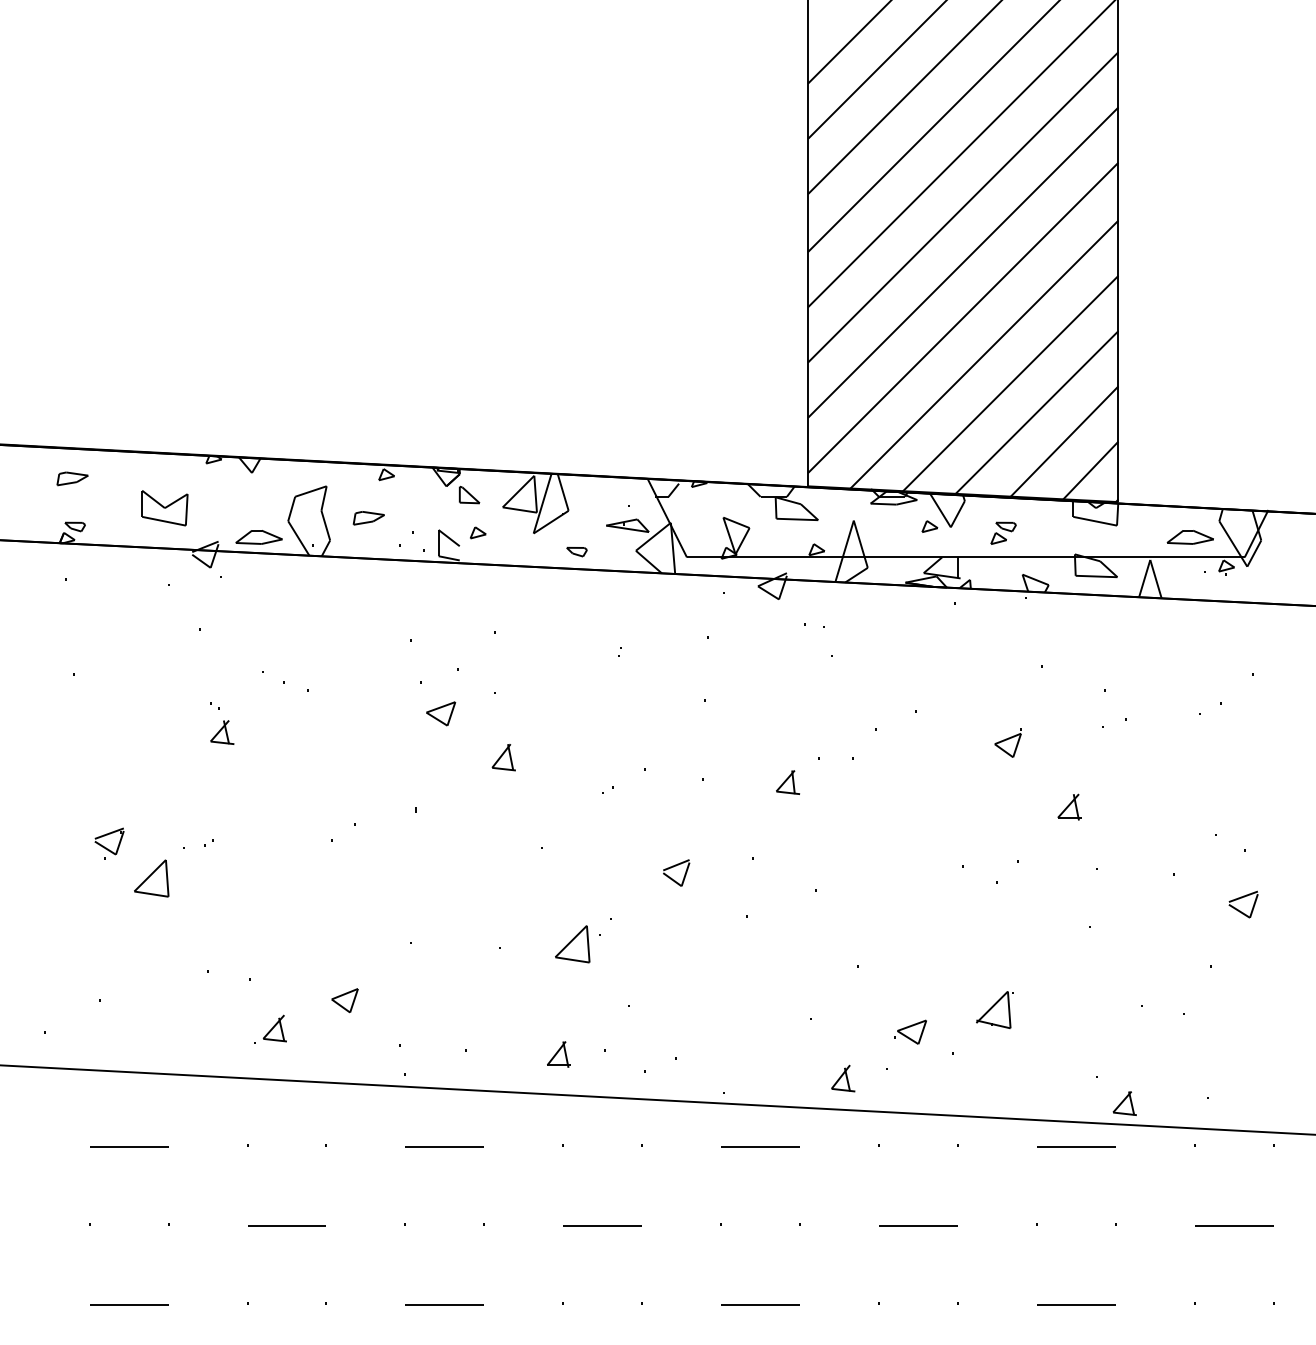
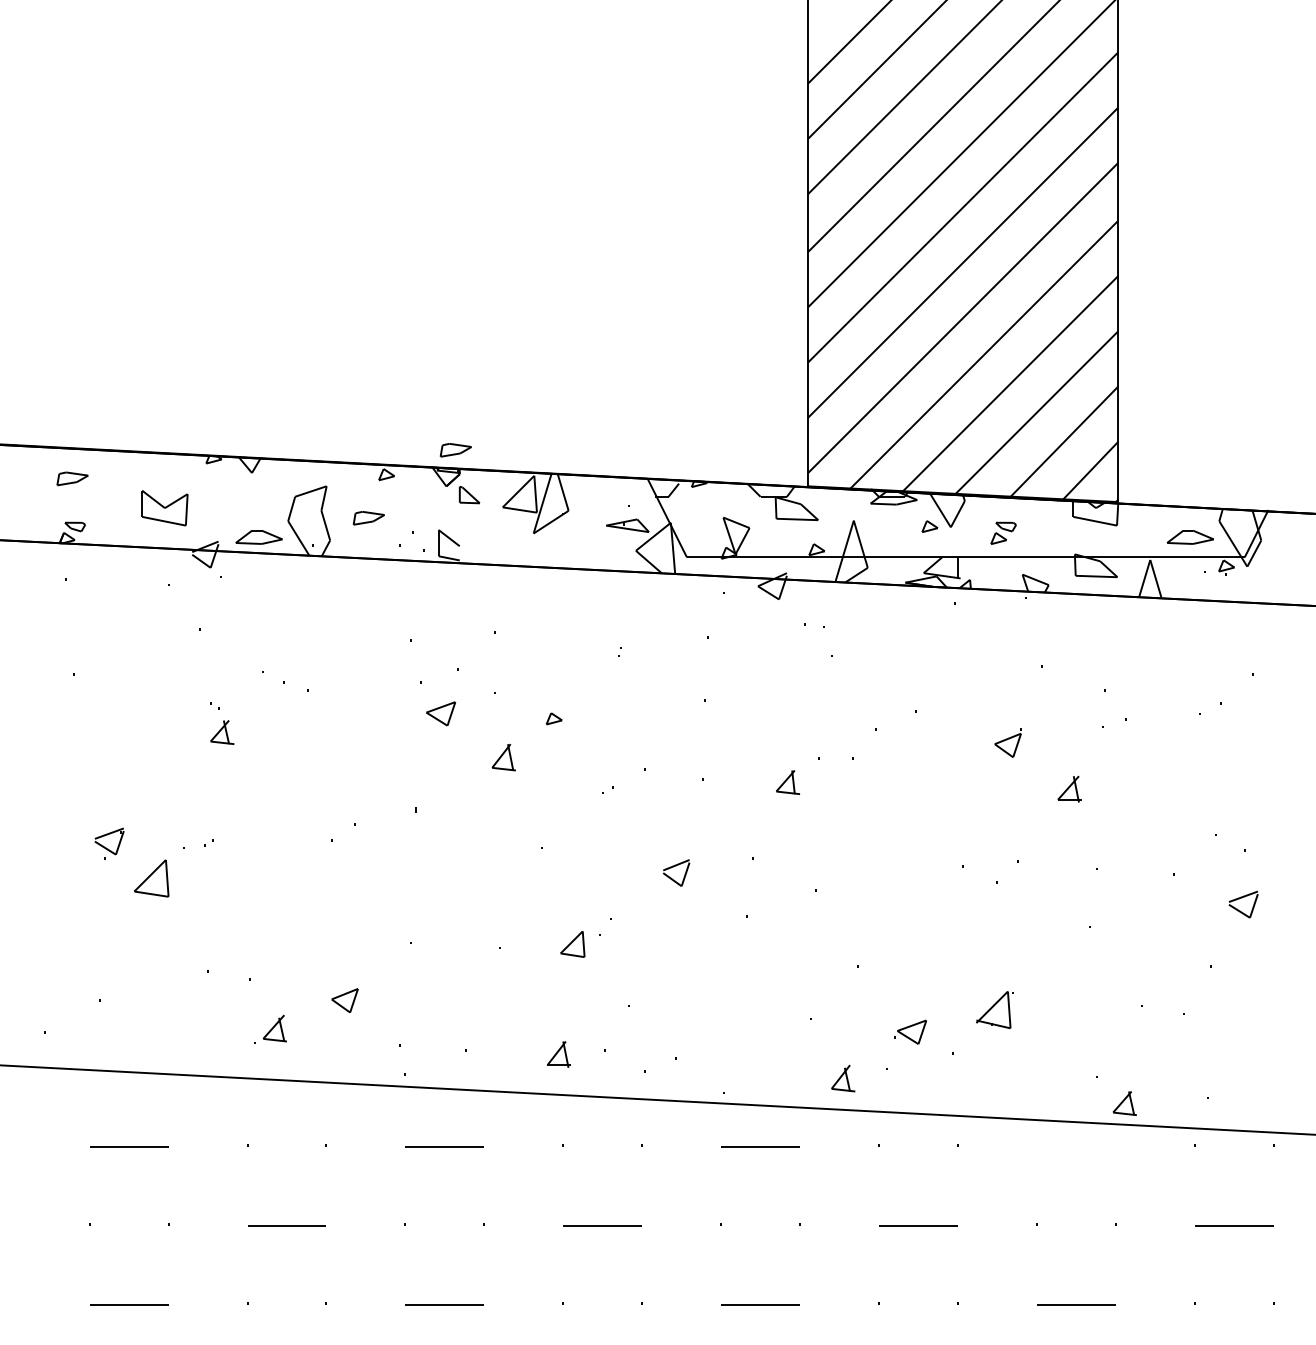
part at (455, 450): none -> present
part at (478, 532) position: (478, 532) -> (554, 718)
part at (576, 551): present -> none
part at (1069, 806) position: (1069, 806) -> (1069, 788)
part at (572, 944) size: 36x39 px -> 26x27 px
line at (1076, 1146): present -> none
